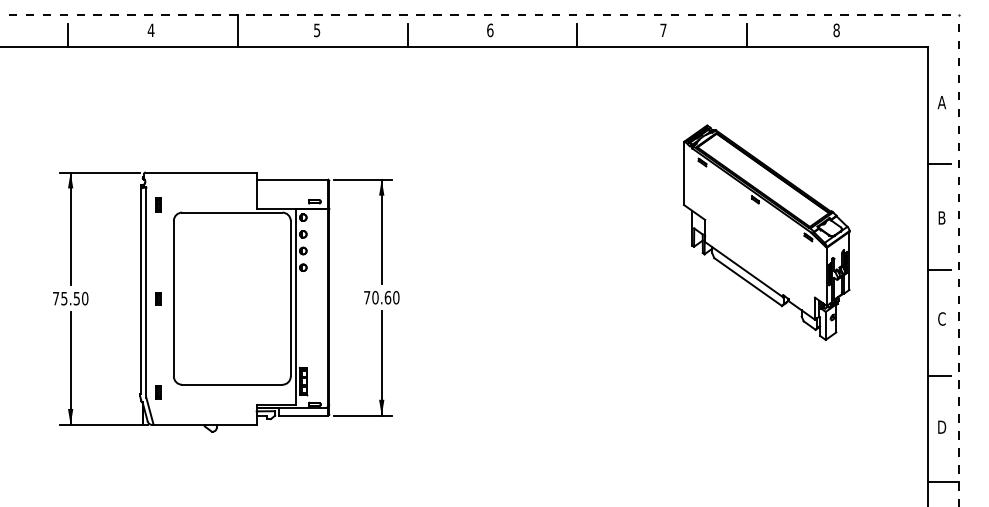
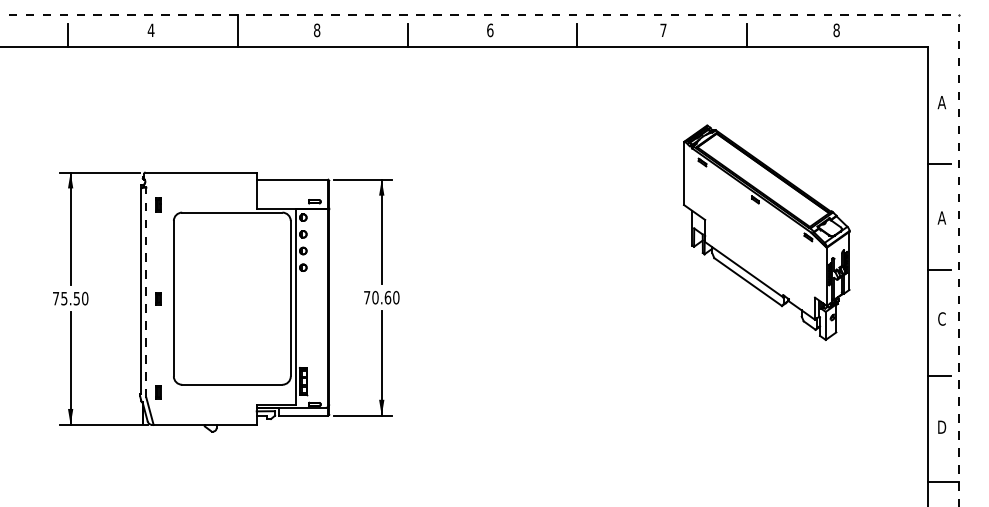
text at (317, 30): 5 -> 8
text at (941, 217): B -> A
line at (146, 292): solid -> dashed
